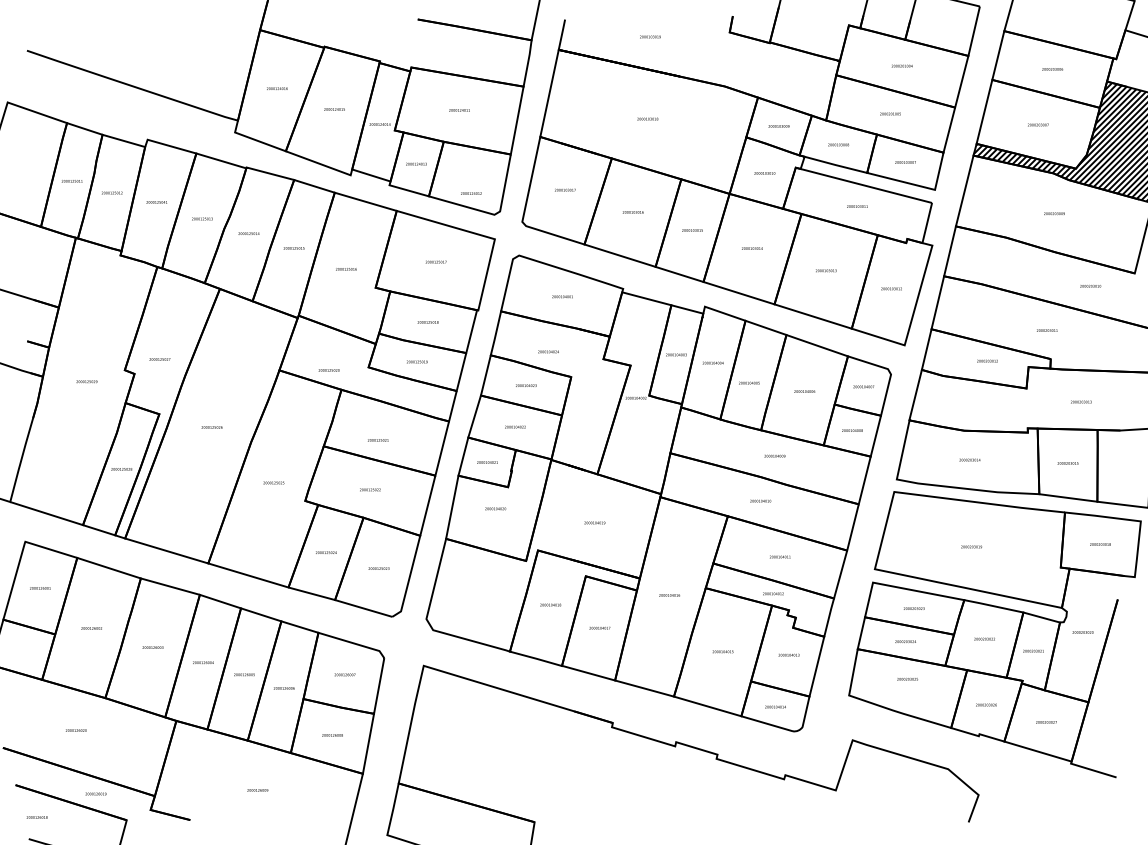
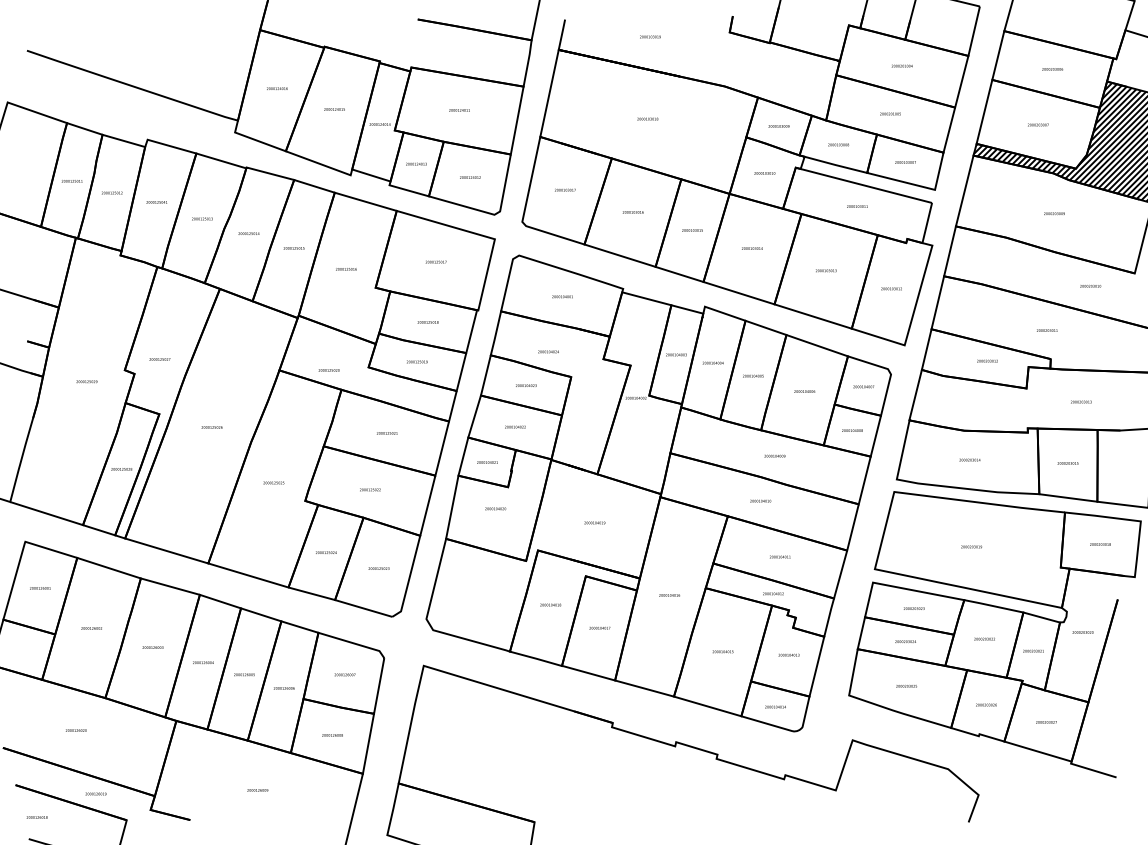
text at (471, 193) position: (471, 193) -> (470, 177)
text at (749, 382) position: (749, 382) -> (753, 375)
text at (378, 440) position: (378, 440) -> (387, 433)
text at (907, 679) position: (907, 679) -> (906, 686)
